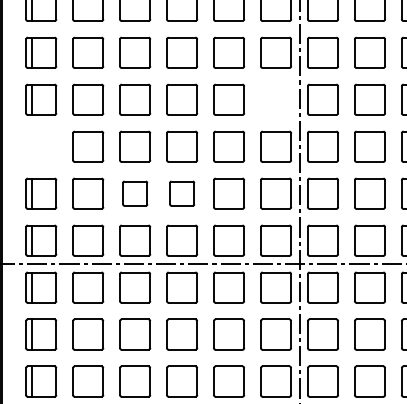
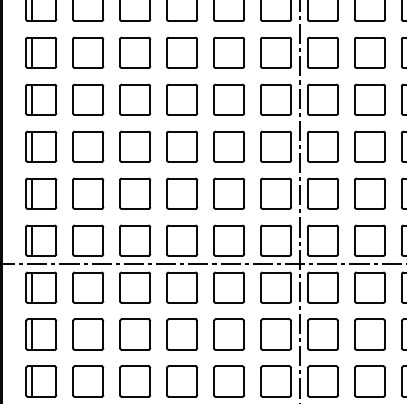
part at (275, 99): none -> present
part at (41, 146): none -> present
part at (135, 193) size: 27x27 px -> 33x33 px
part at (182, 193) size: 27x27 px -> 33x33 px
